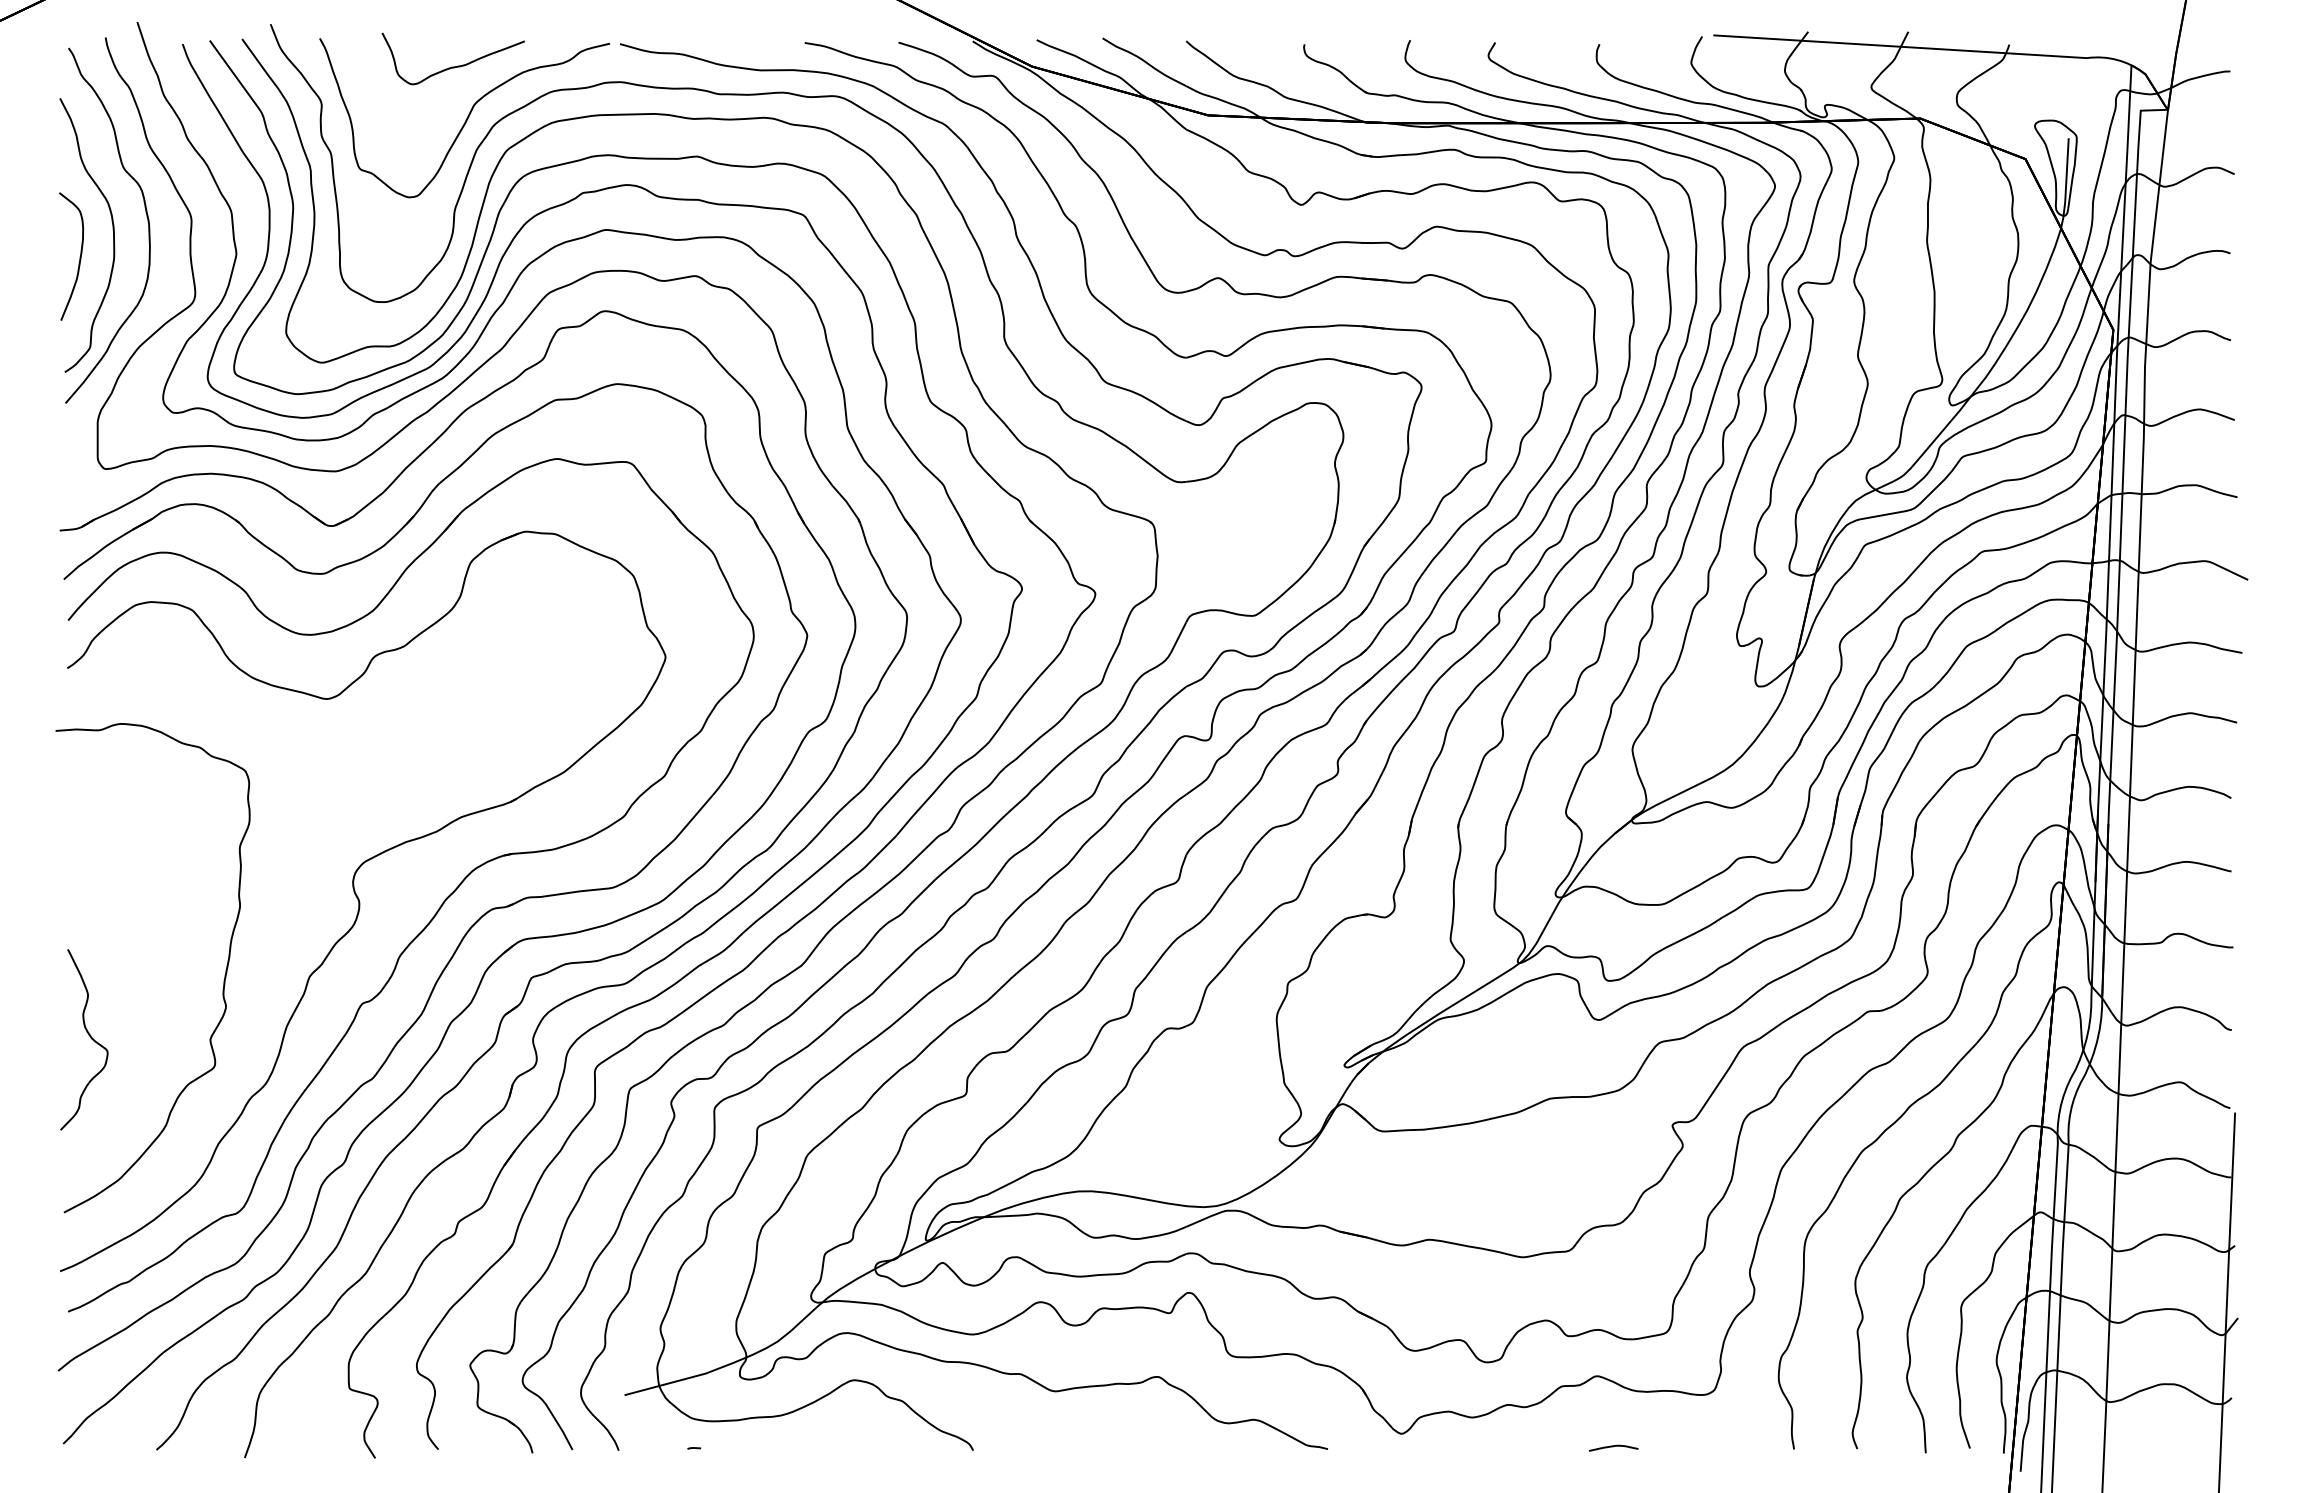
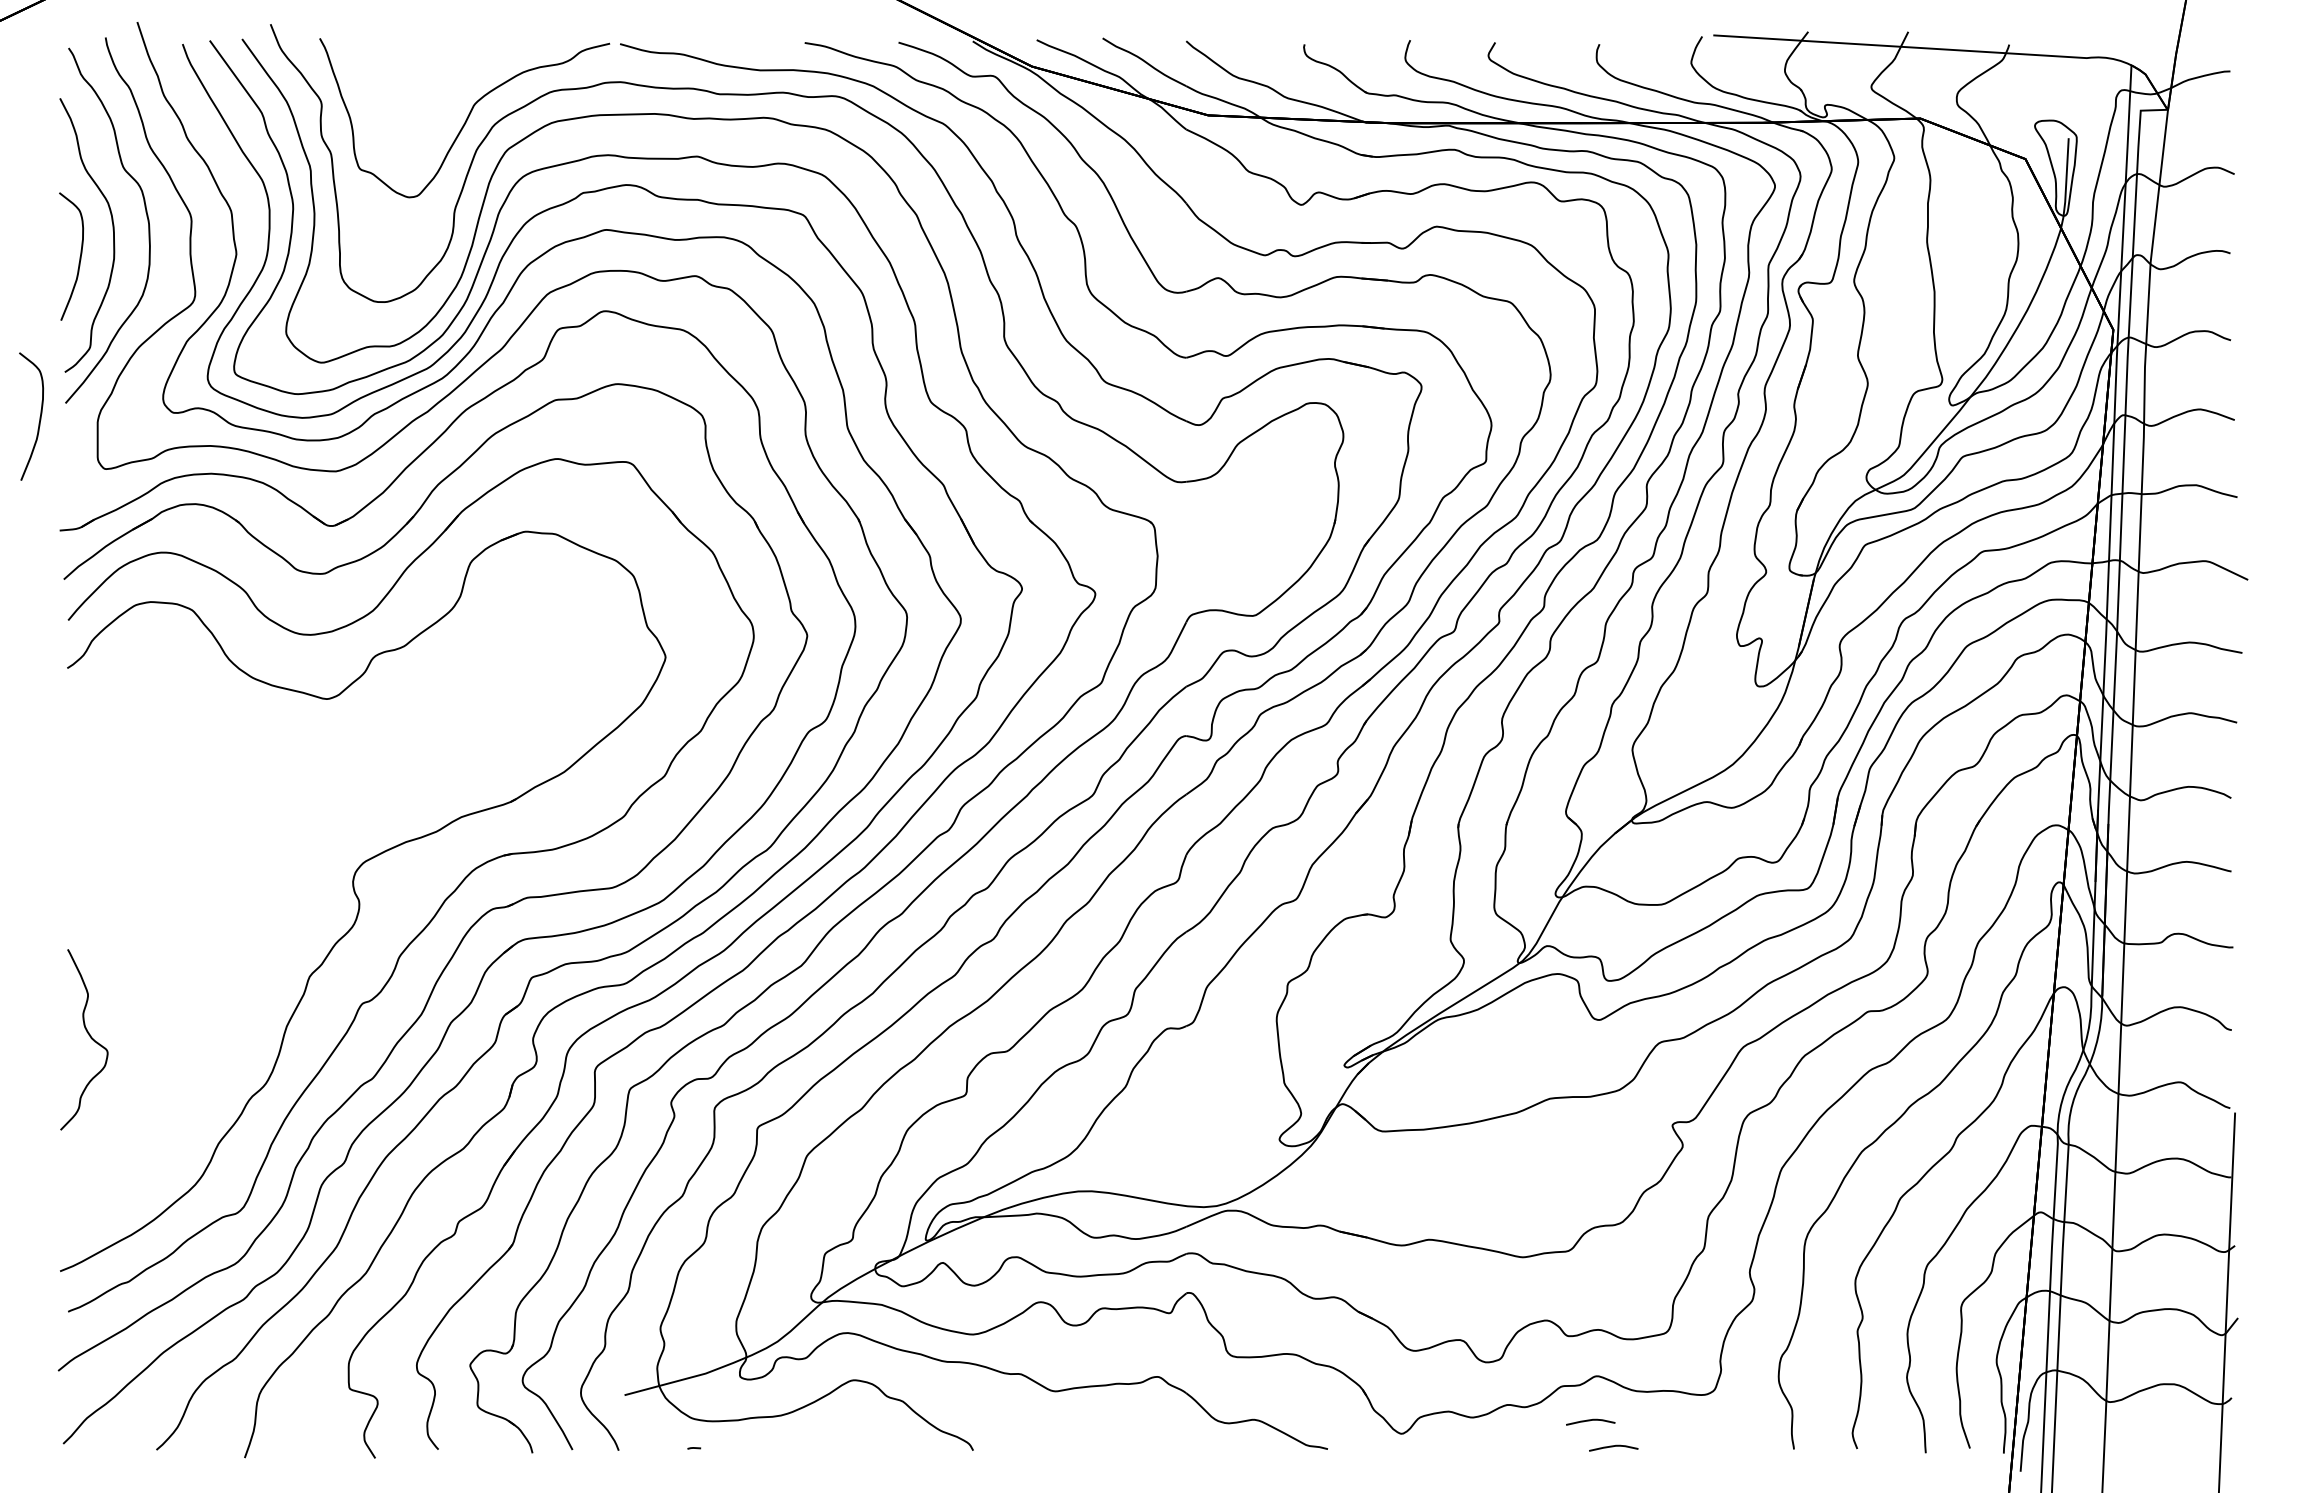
curve at (452, 66): present -> none
curve at (39, 416): none -> present
curve at (223, 980): present -> none
curve at (1590, 1421): none -> present
